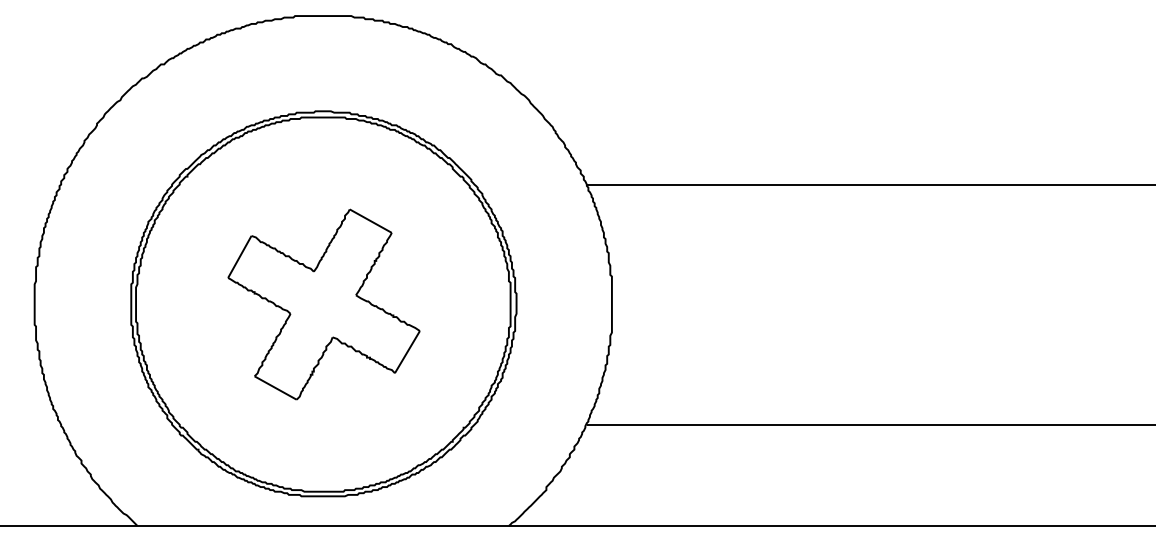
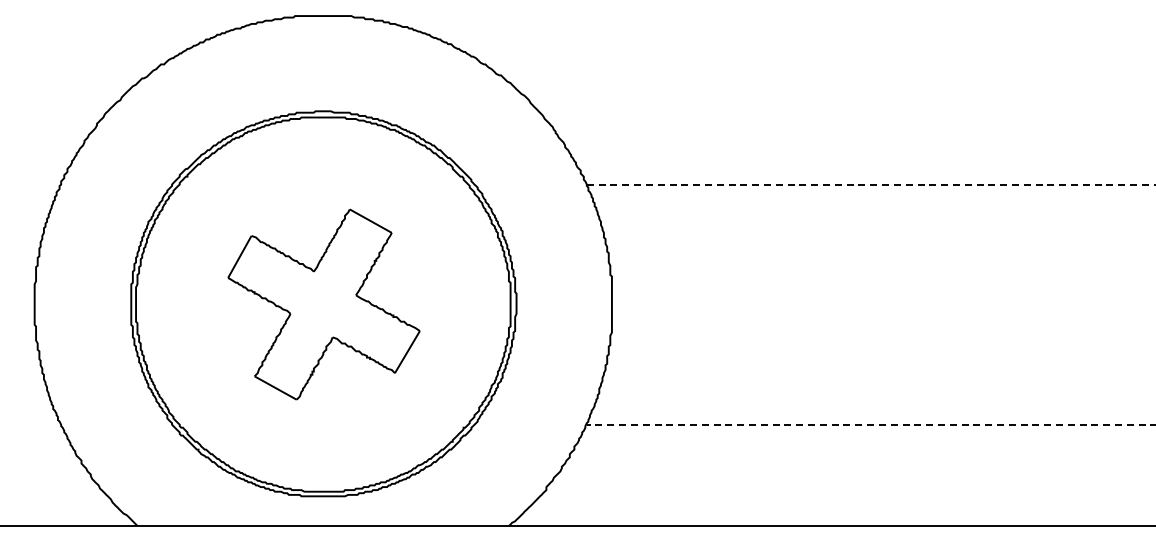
line at (871, 184): solid -> dashed
line at (870, 424): solid -> dashed
